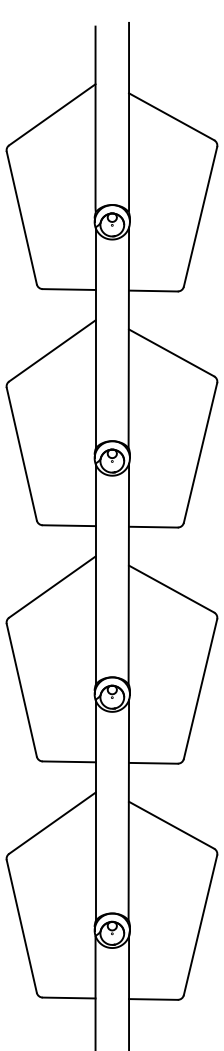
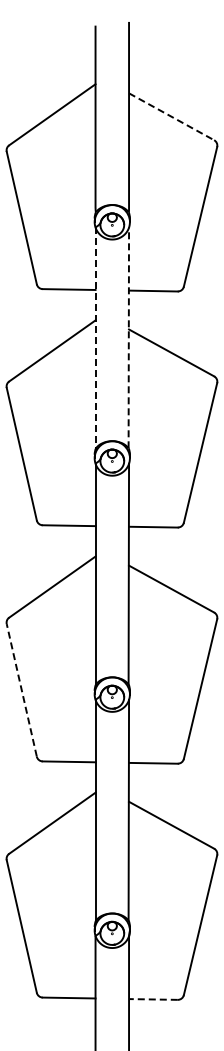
line at (171, 116): solid -> dashed
line at (128, 337): solid -> dashed
line at (95, 339): solid -> dashed
line at (21, 690): solid -> dashed
line at (152, 999): solid -> dashed
